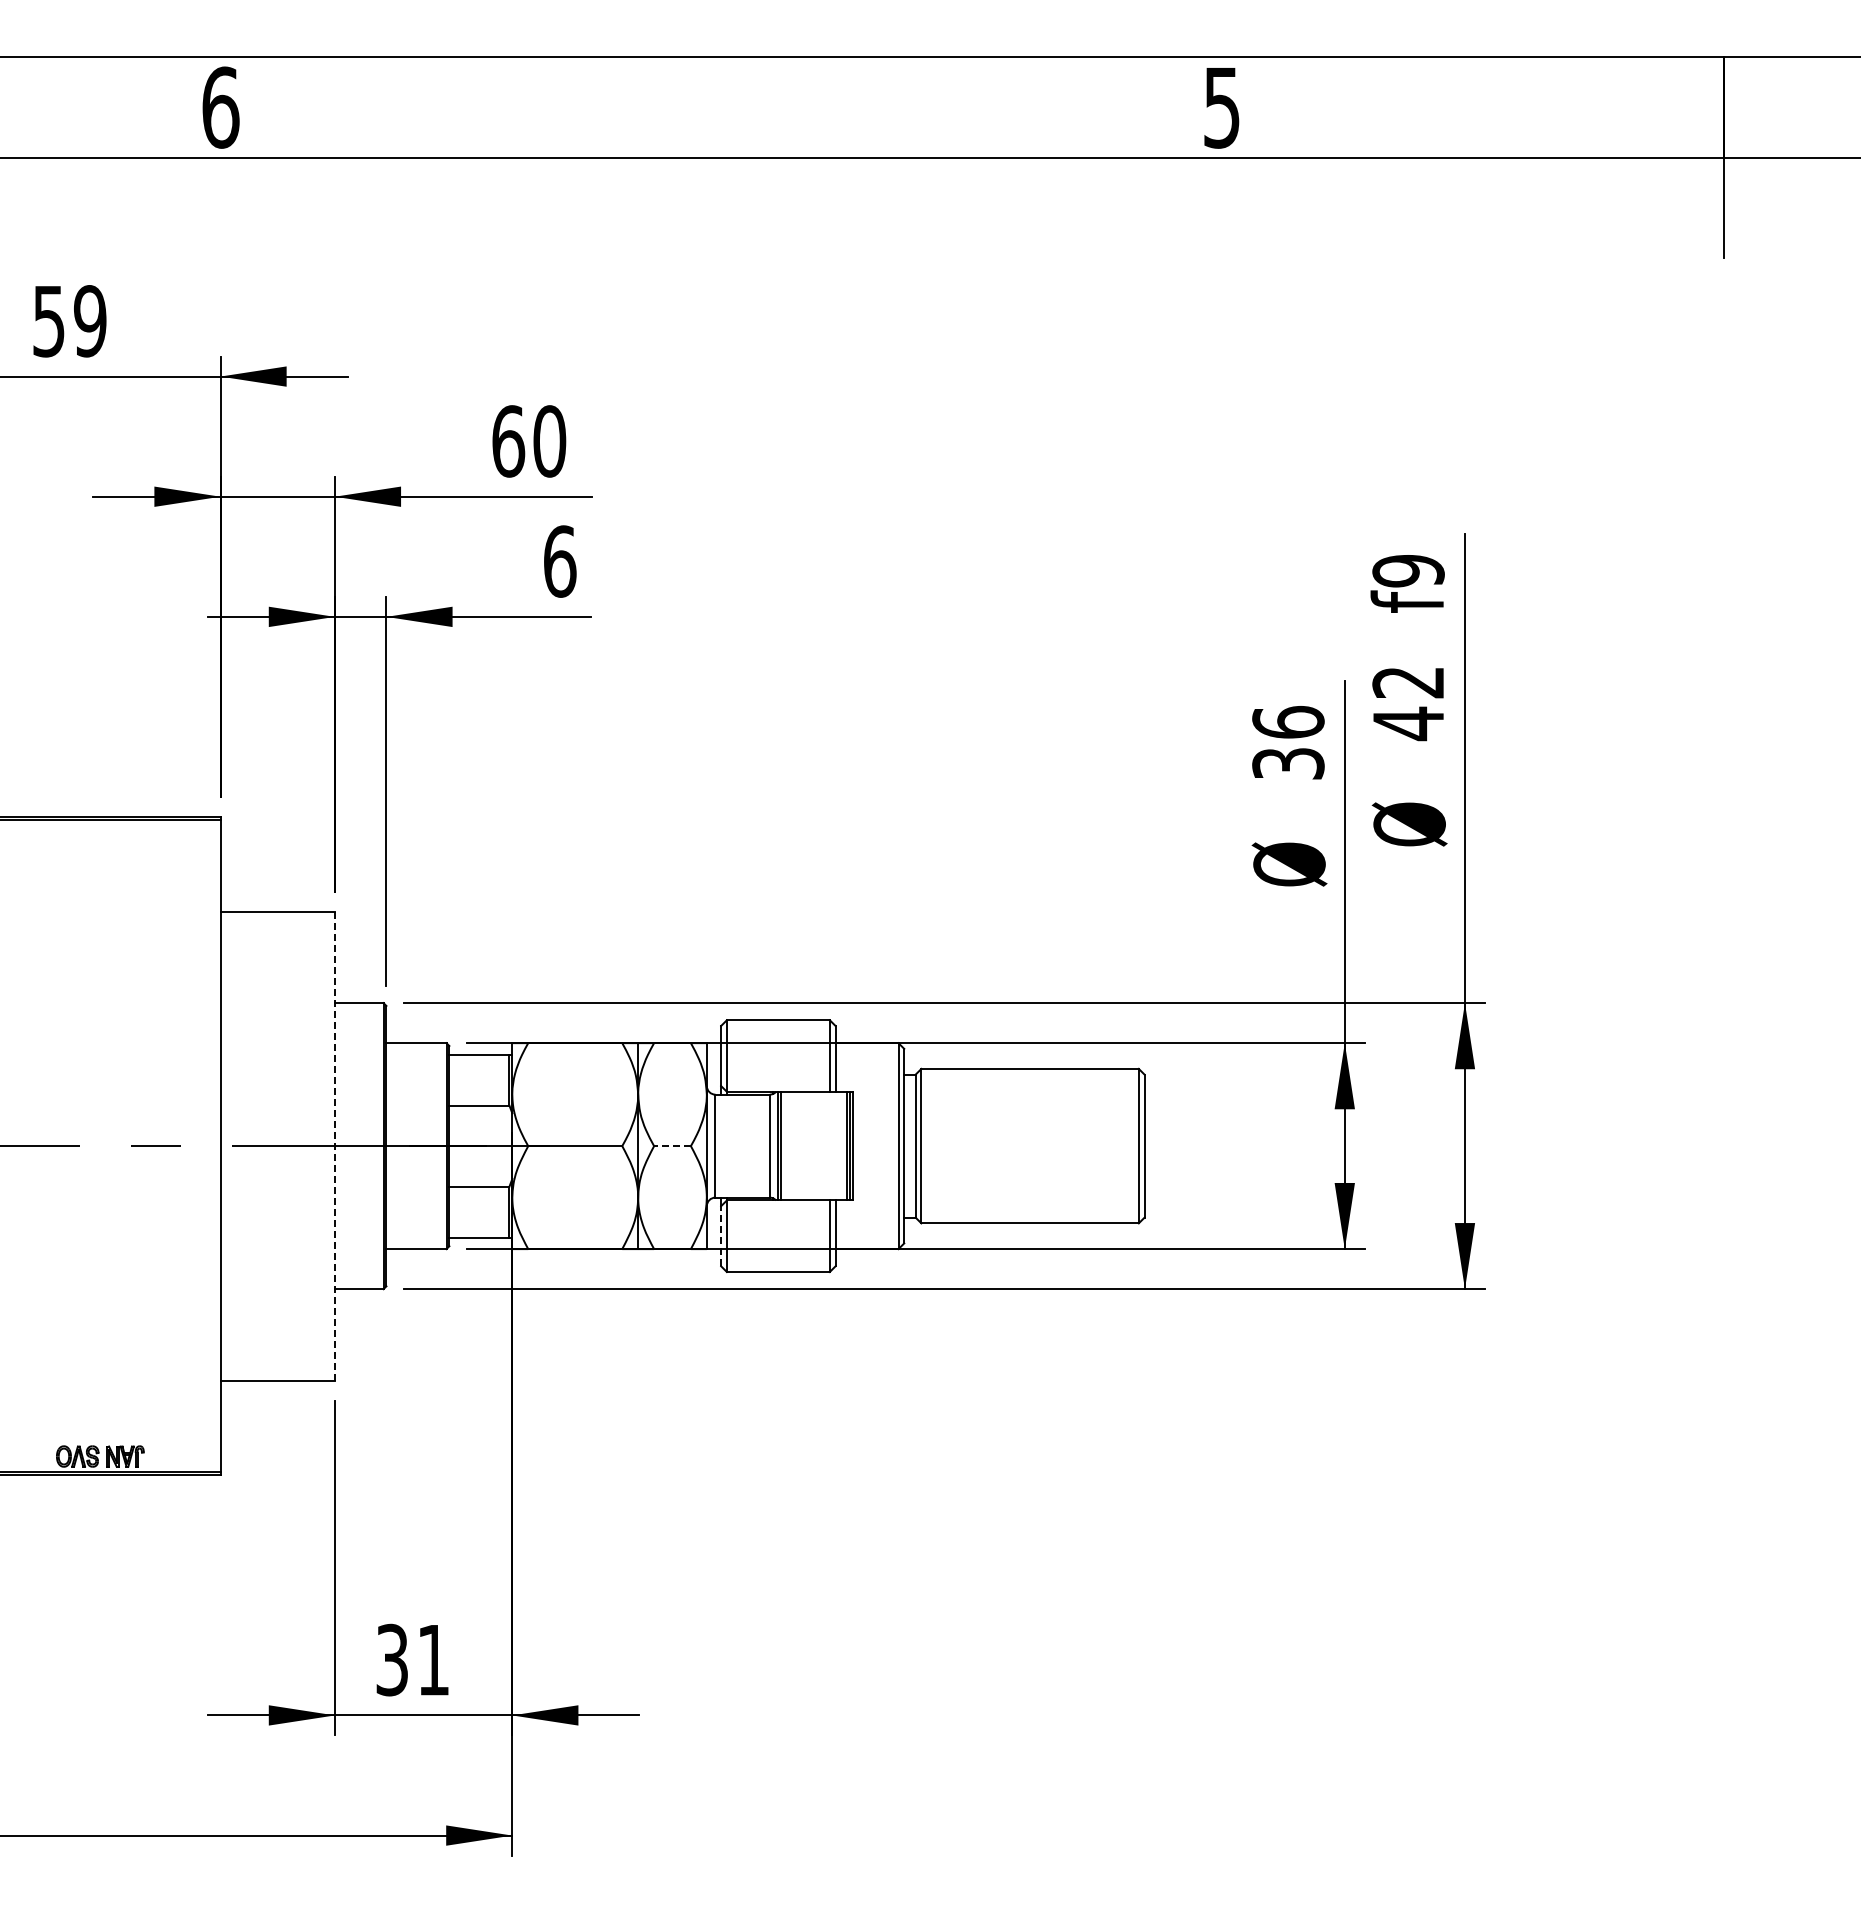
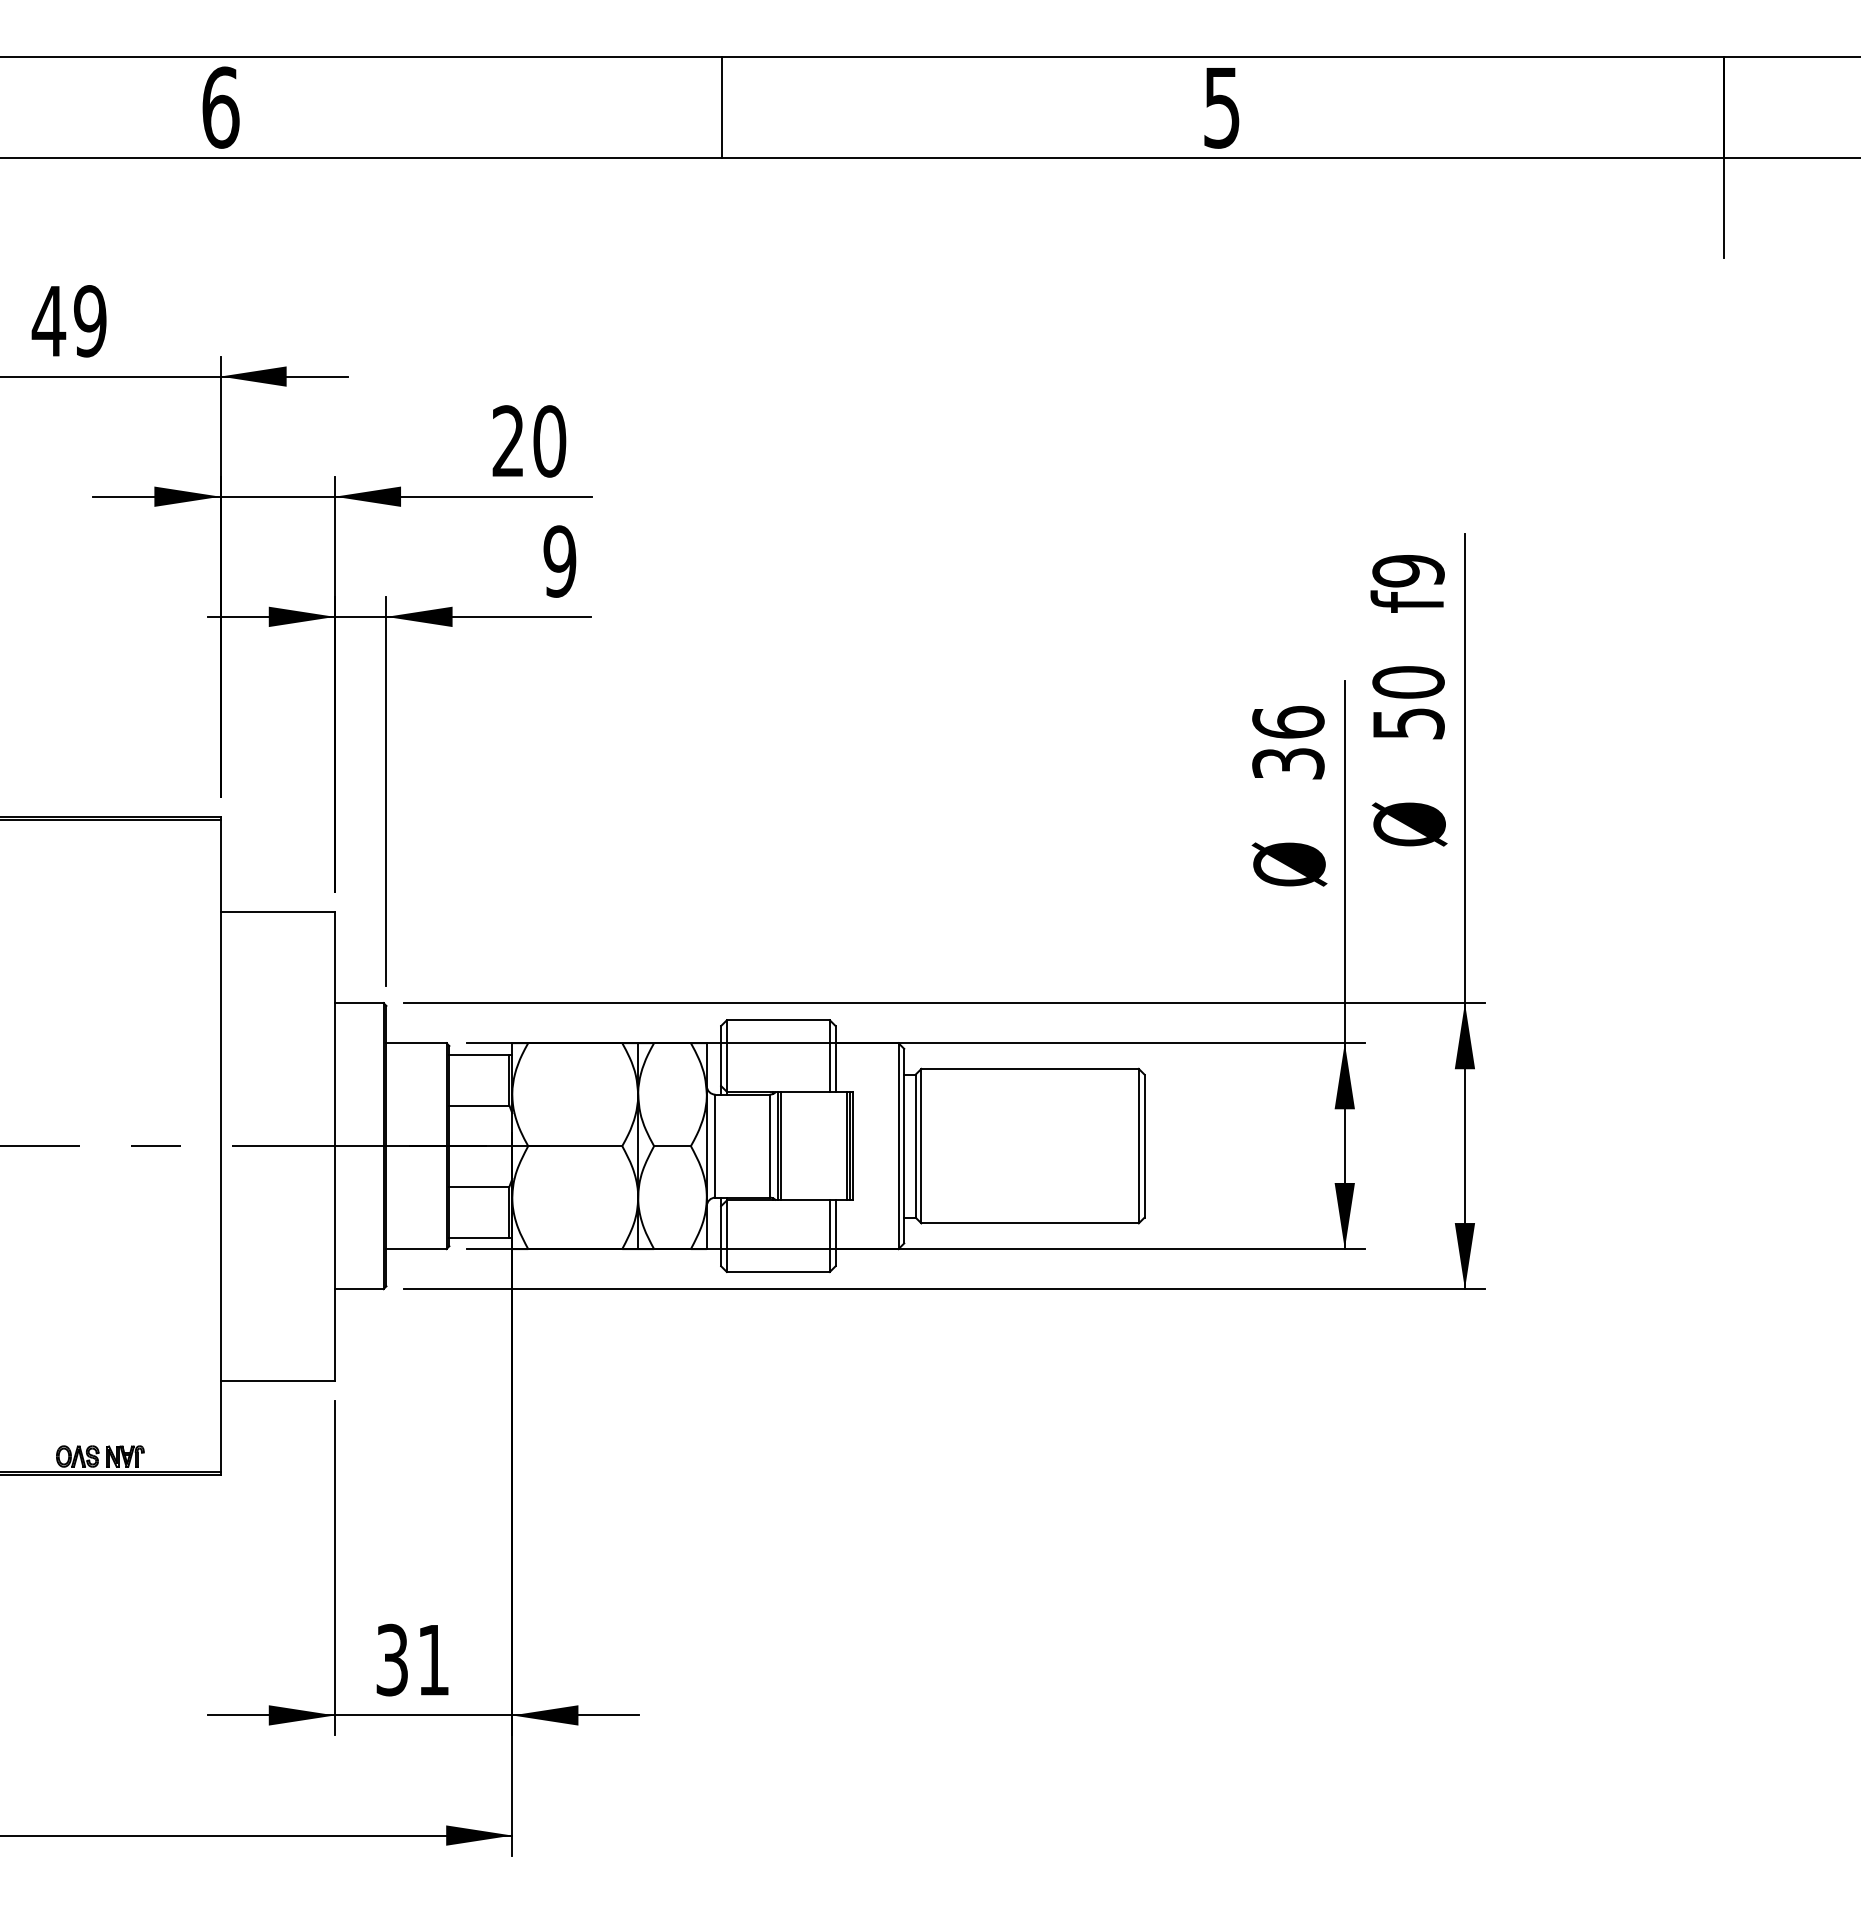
line at (722, 107): none -> present
text at (48, 321): 59 -> 49
text at (508, 441): 60 -> 20
text at (559, 561): 6 -> 9
text at (1408, 703): 42 -> 50
line at (334, 1146): dashed -> solid
line at (672, 1146): dashed -> solid
line at (721, 1235): dashed -> solid
